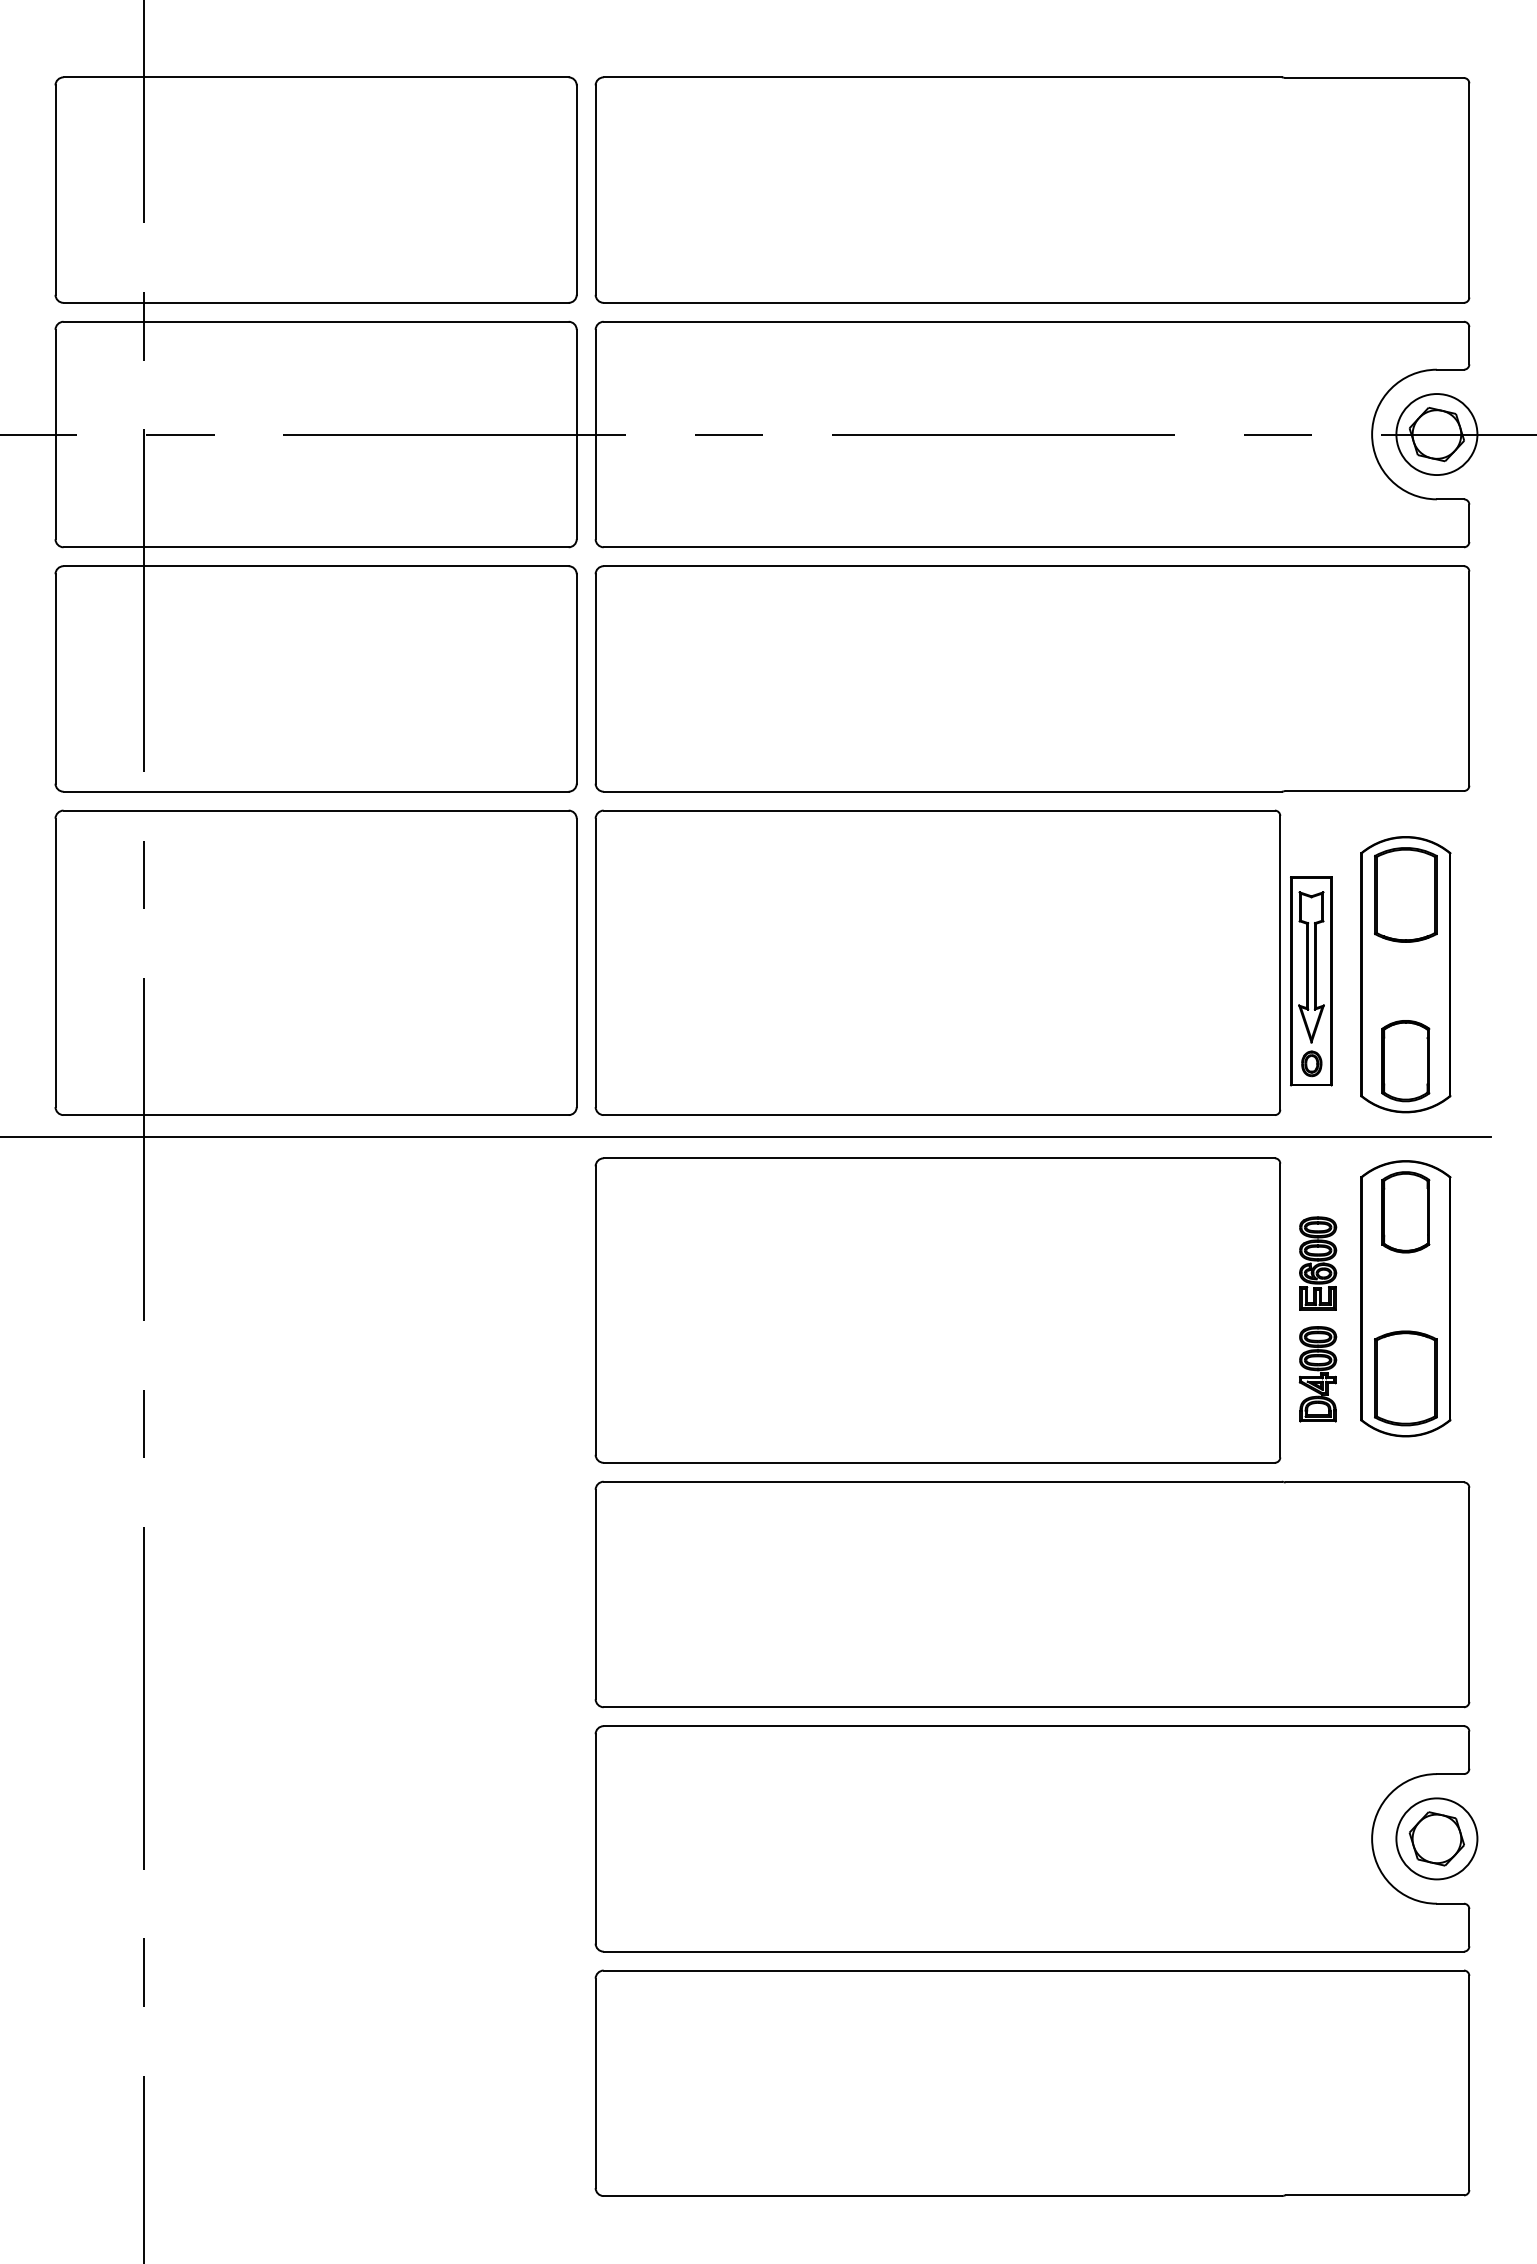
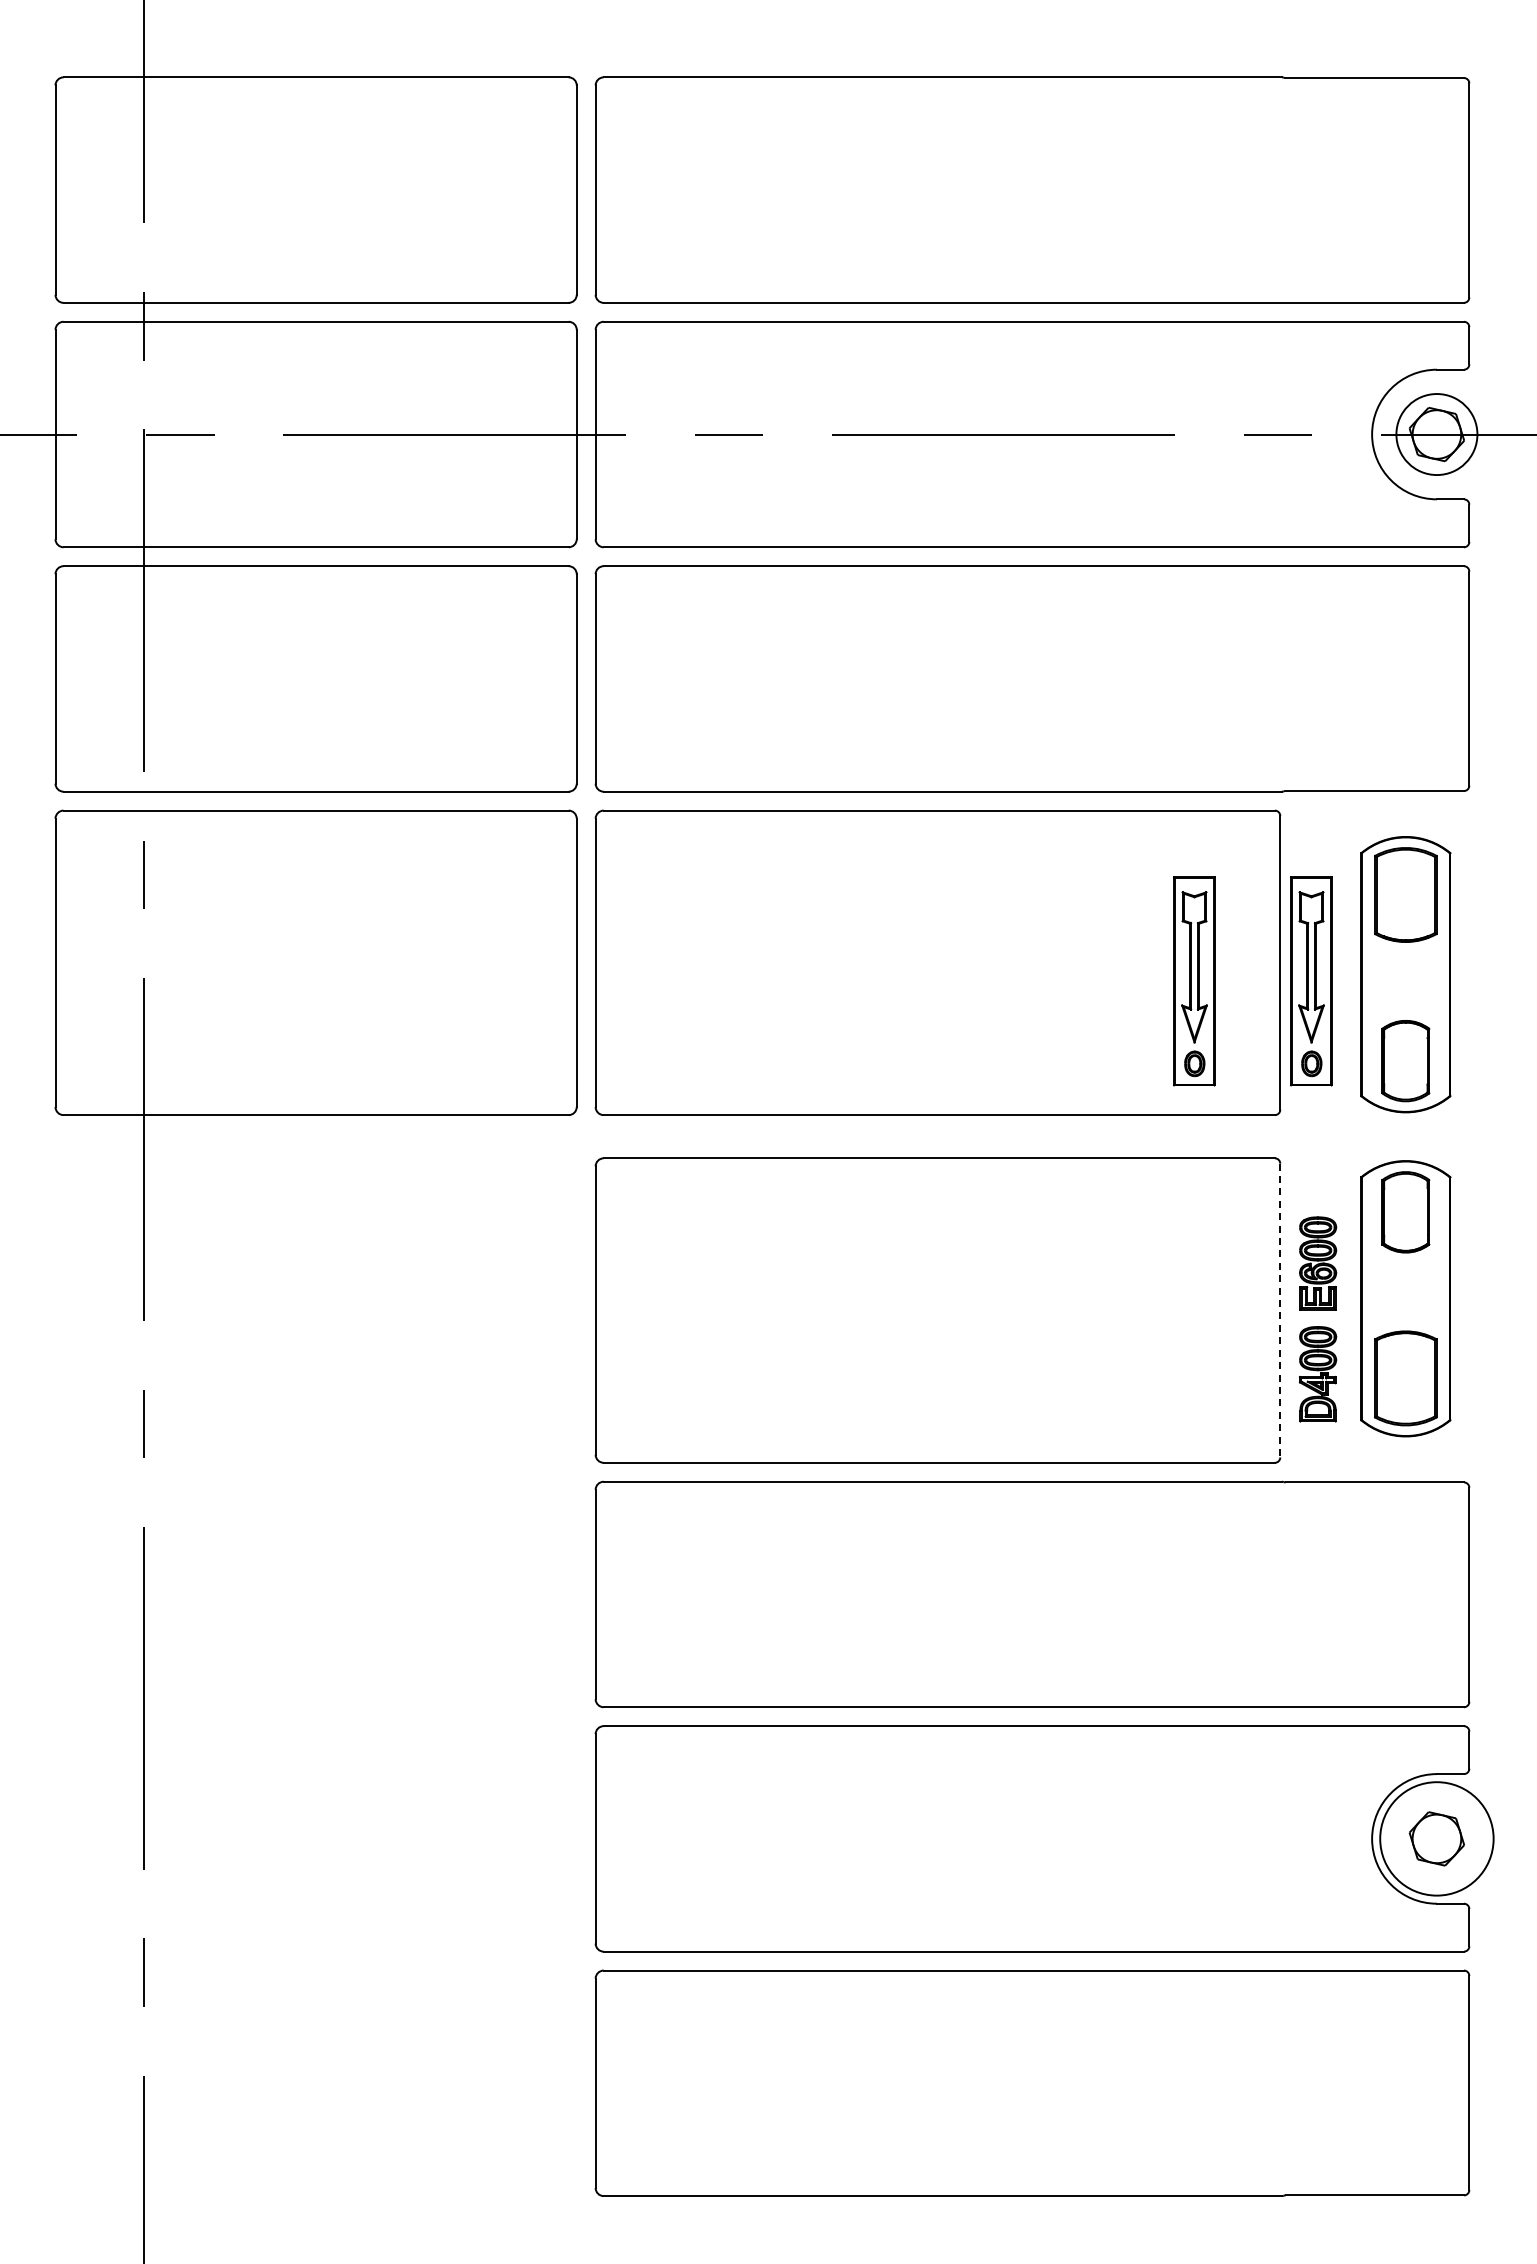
part at (1194, 981): none -> present
line at (746, 1136): present -> none
line at (1280, 1310): solid -> dashed
circle at (1436, 1838) diameter: 81 px -> 113 px
